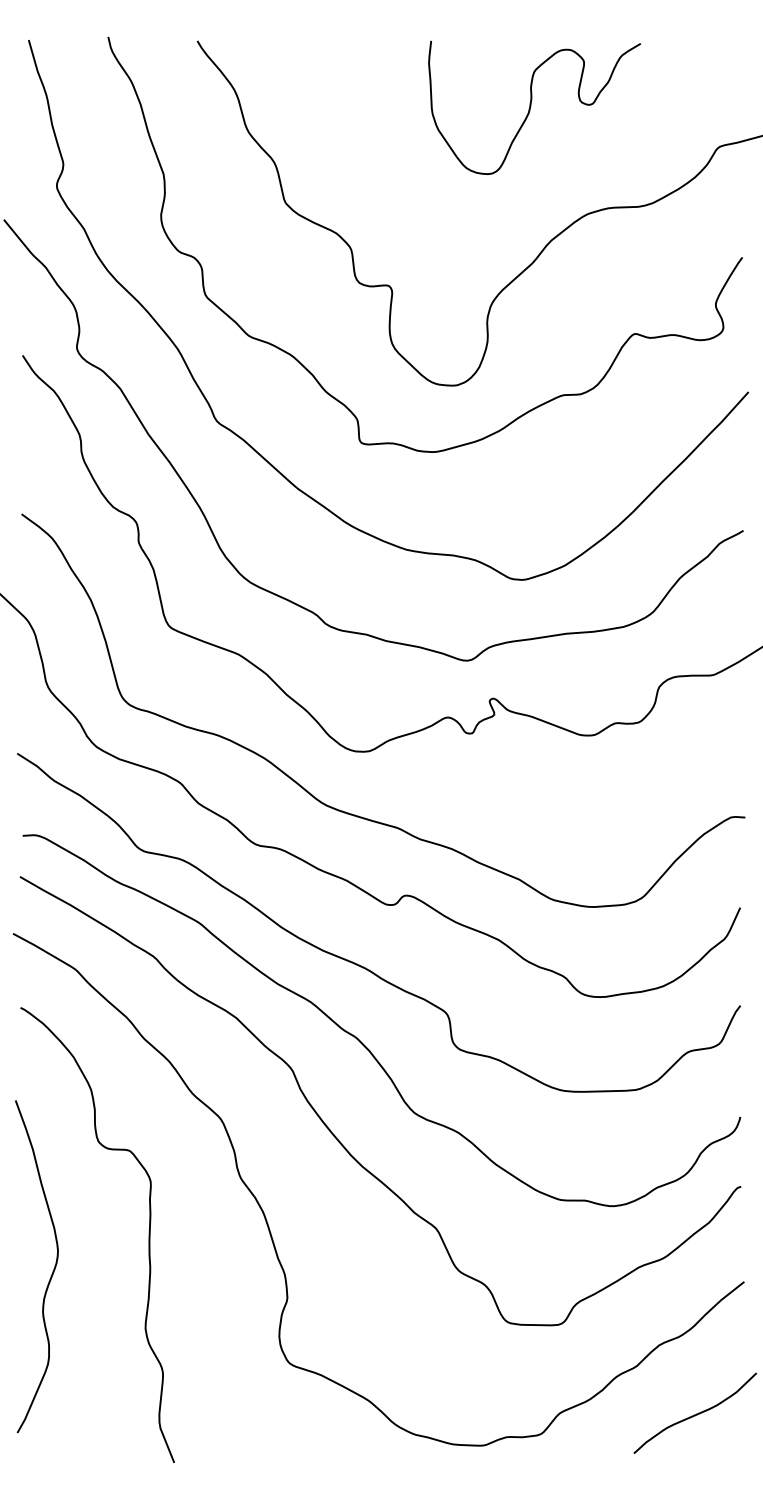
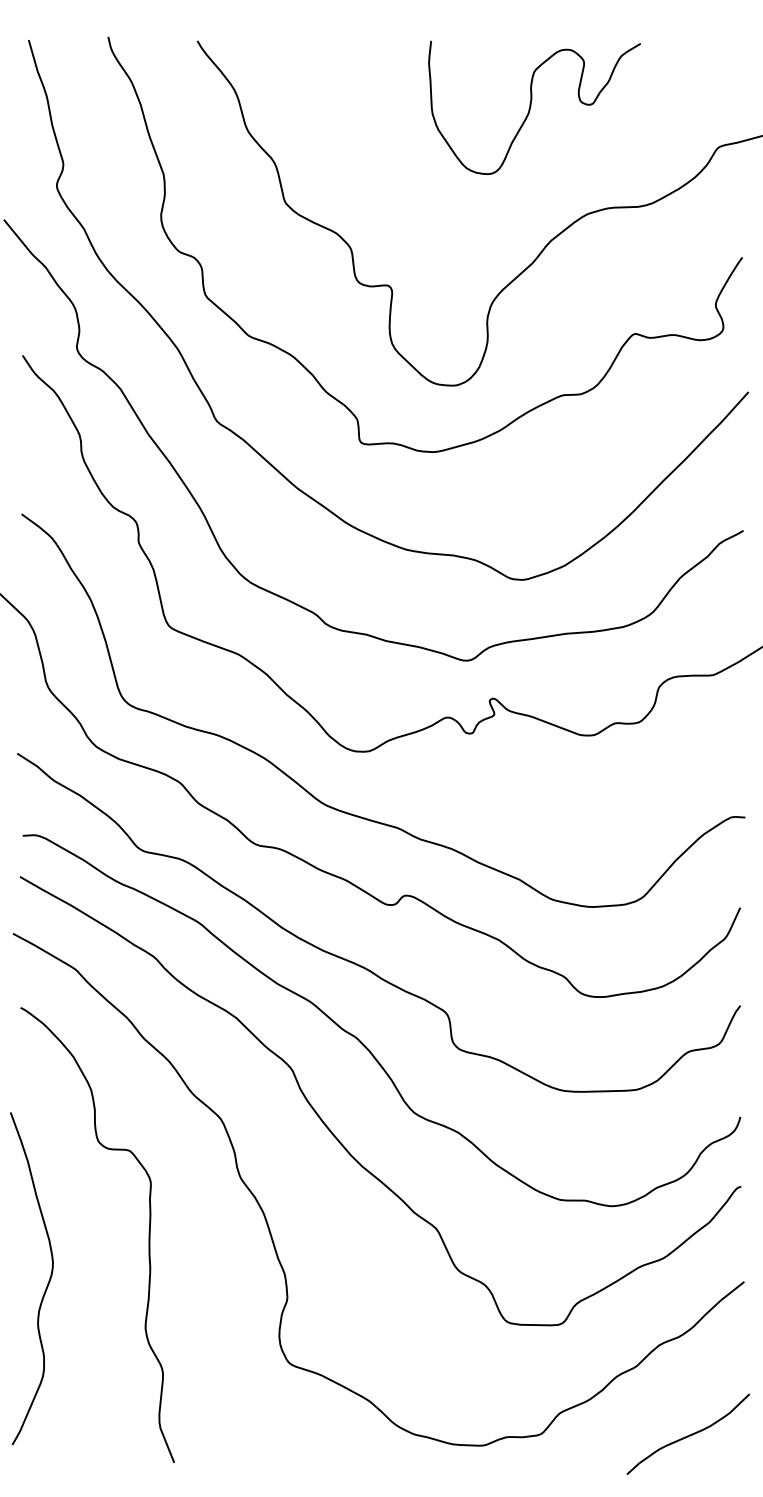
curve at (51, 1273) position: (51, 1273) -> (46, 1285)
curve at (694, 1414) position: (694, 1414) -> (687, 1435)
